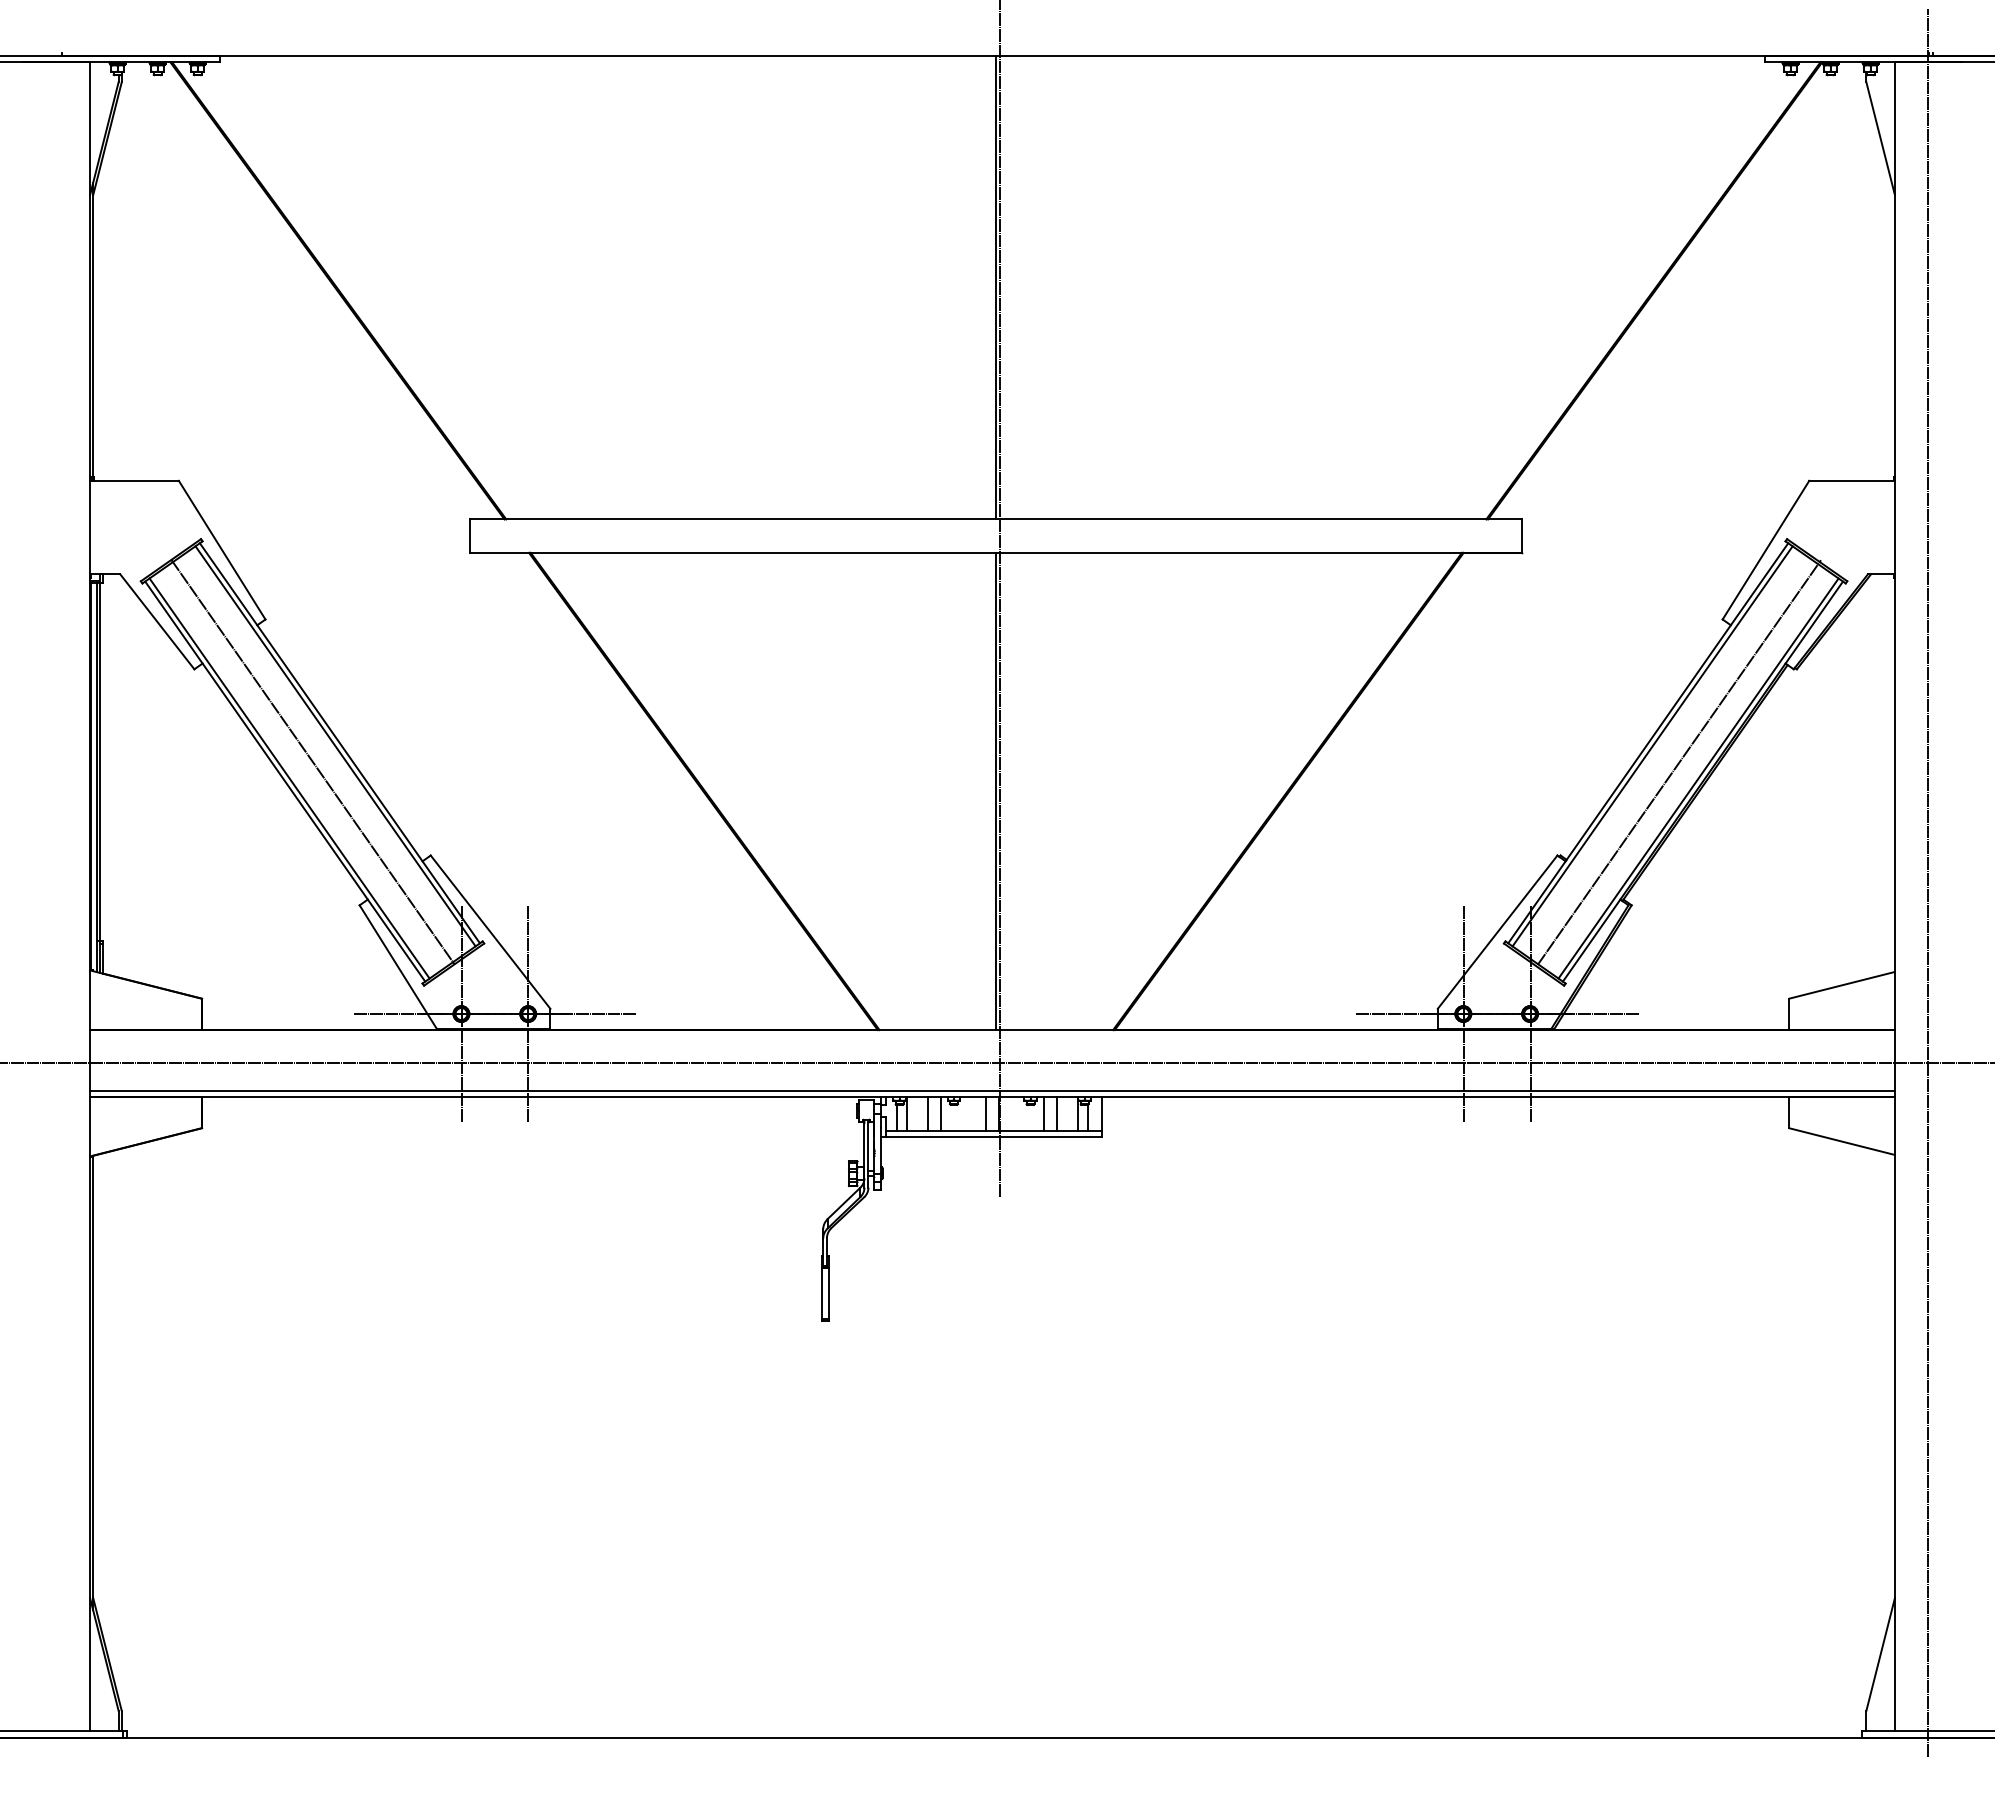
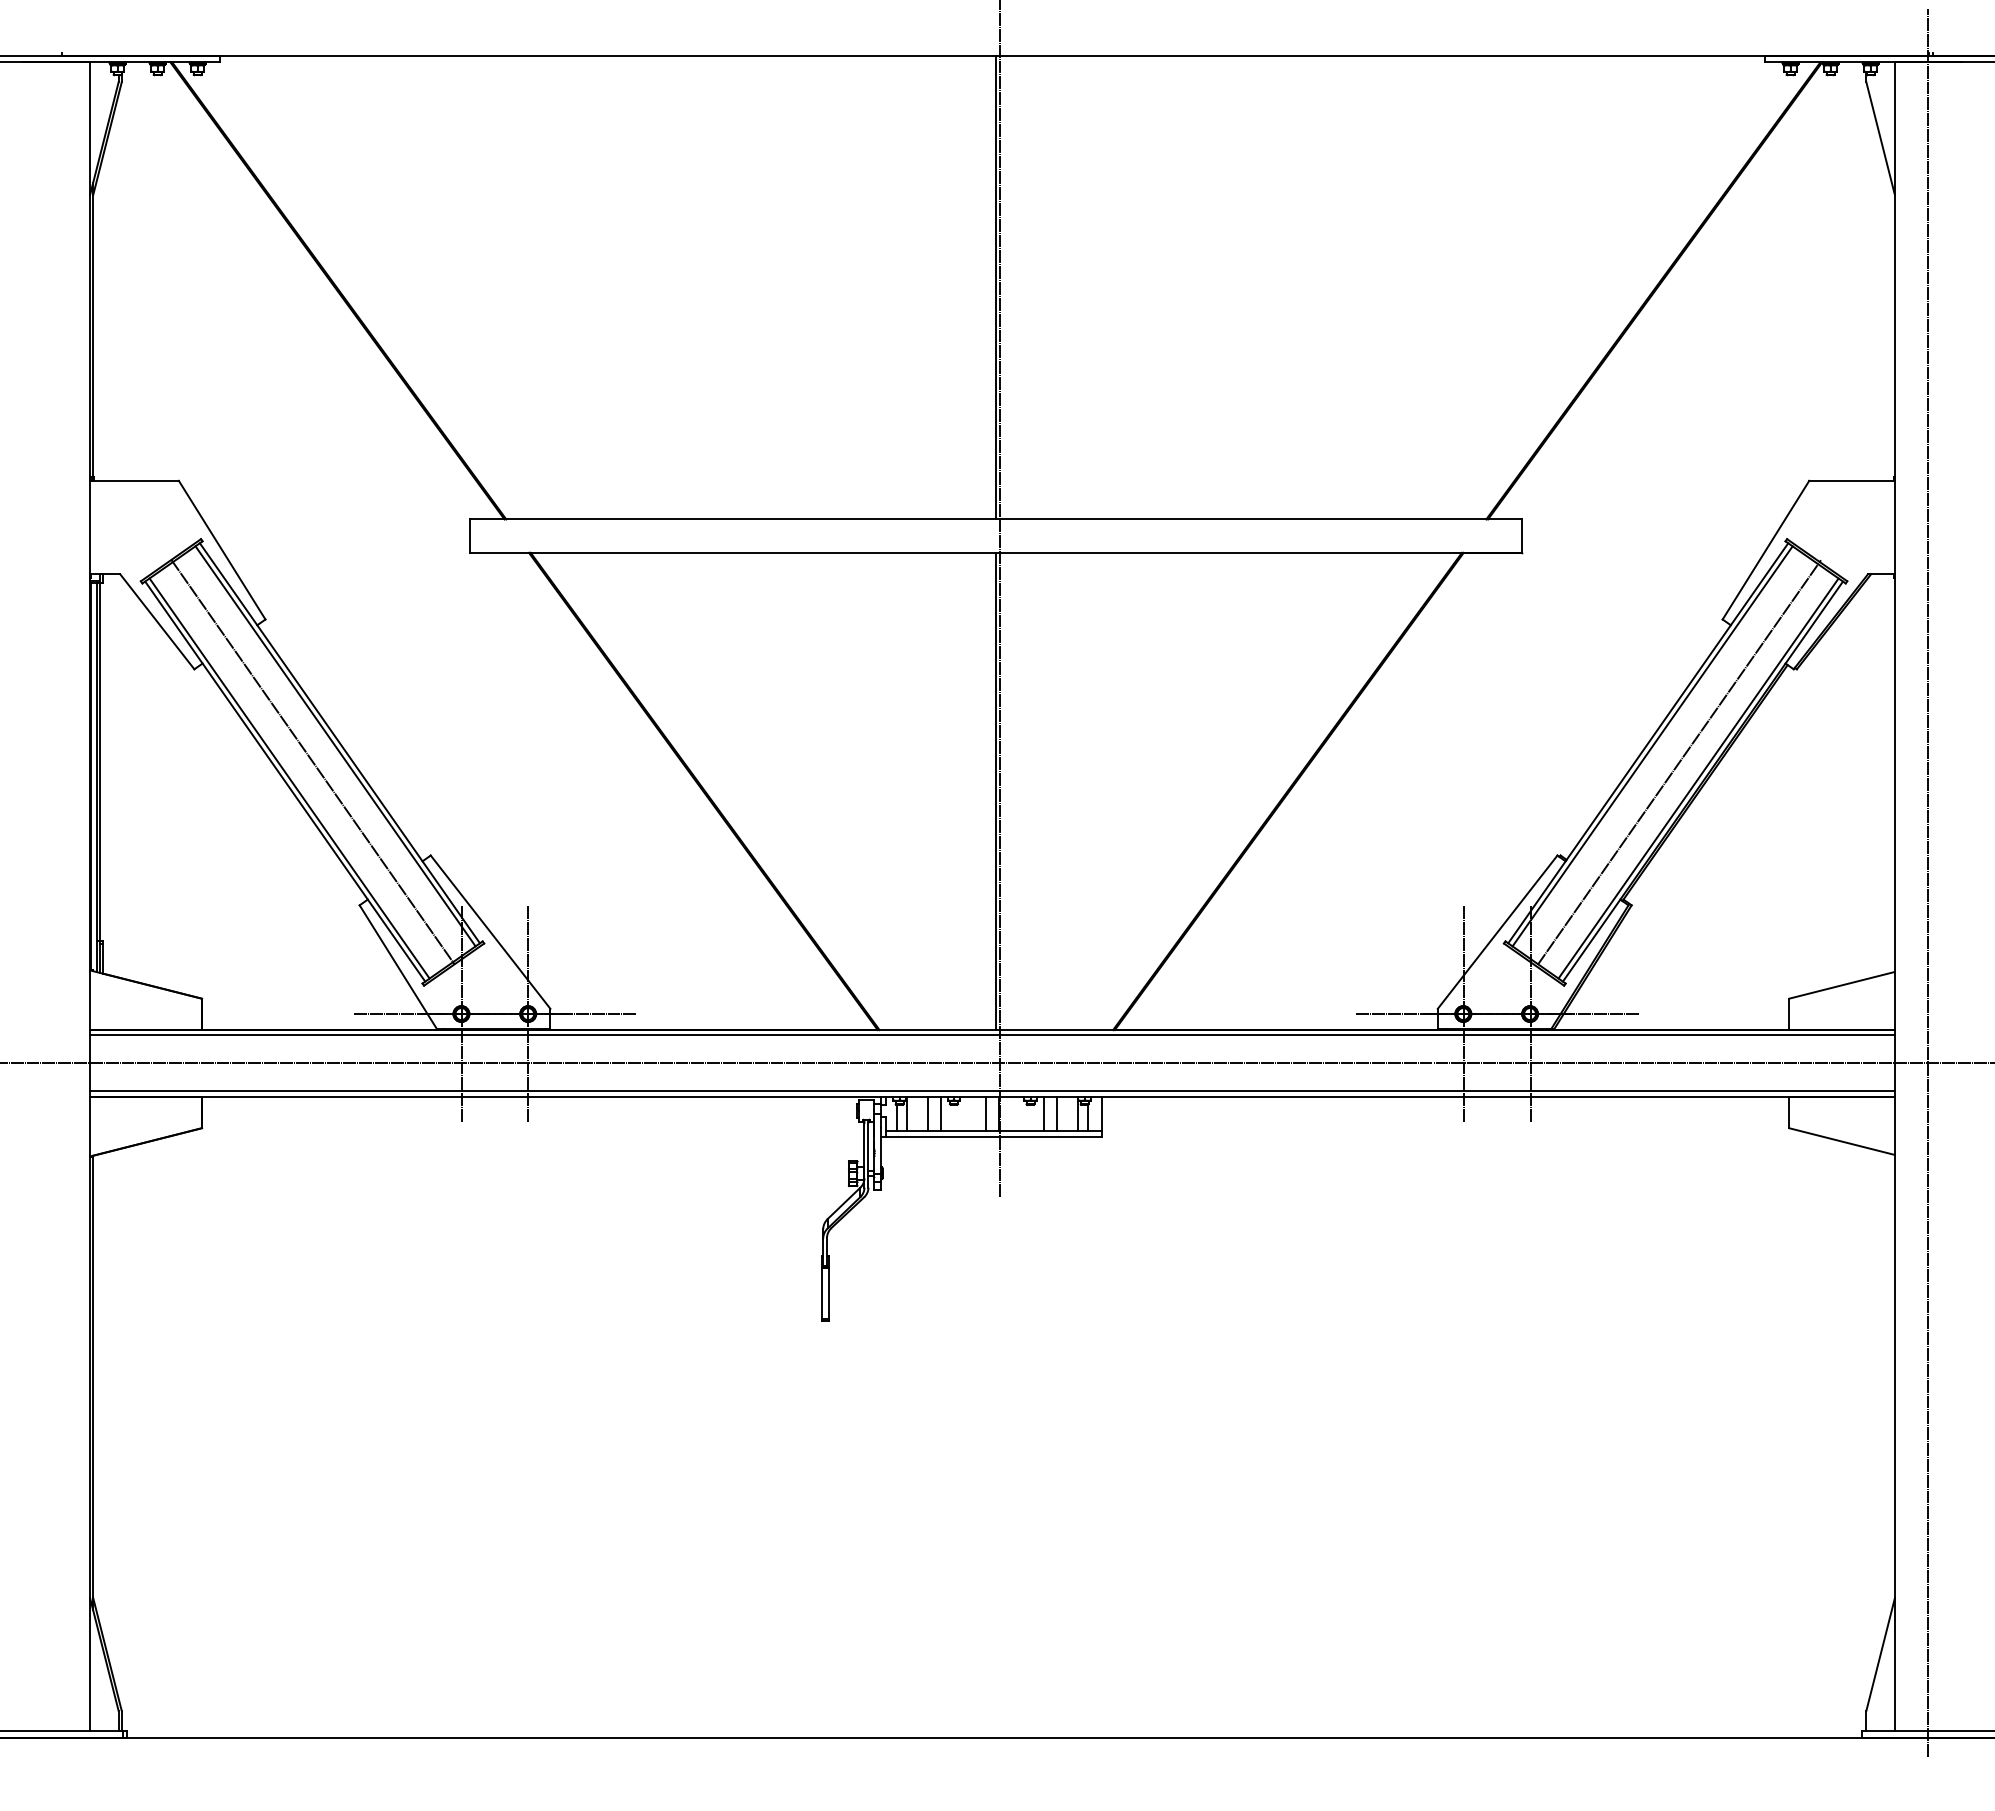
line at (992, 1035): none -> present
